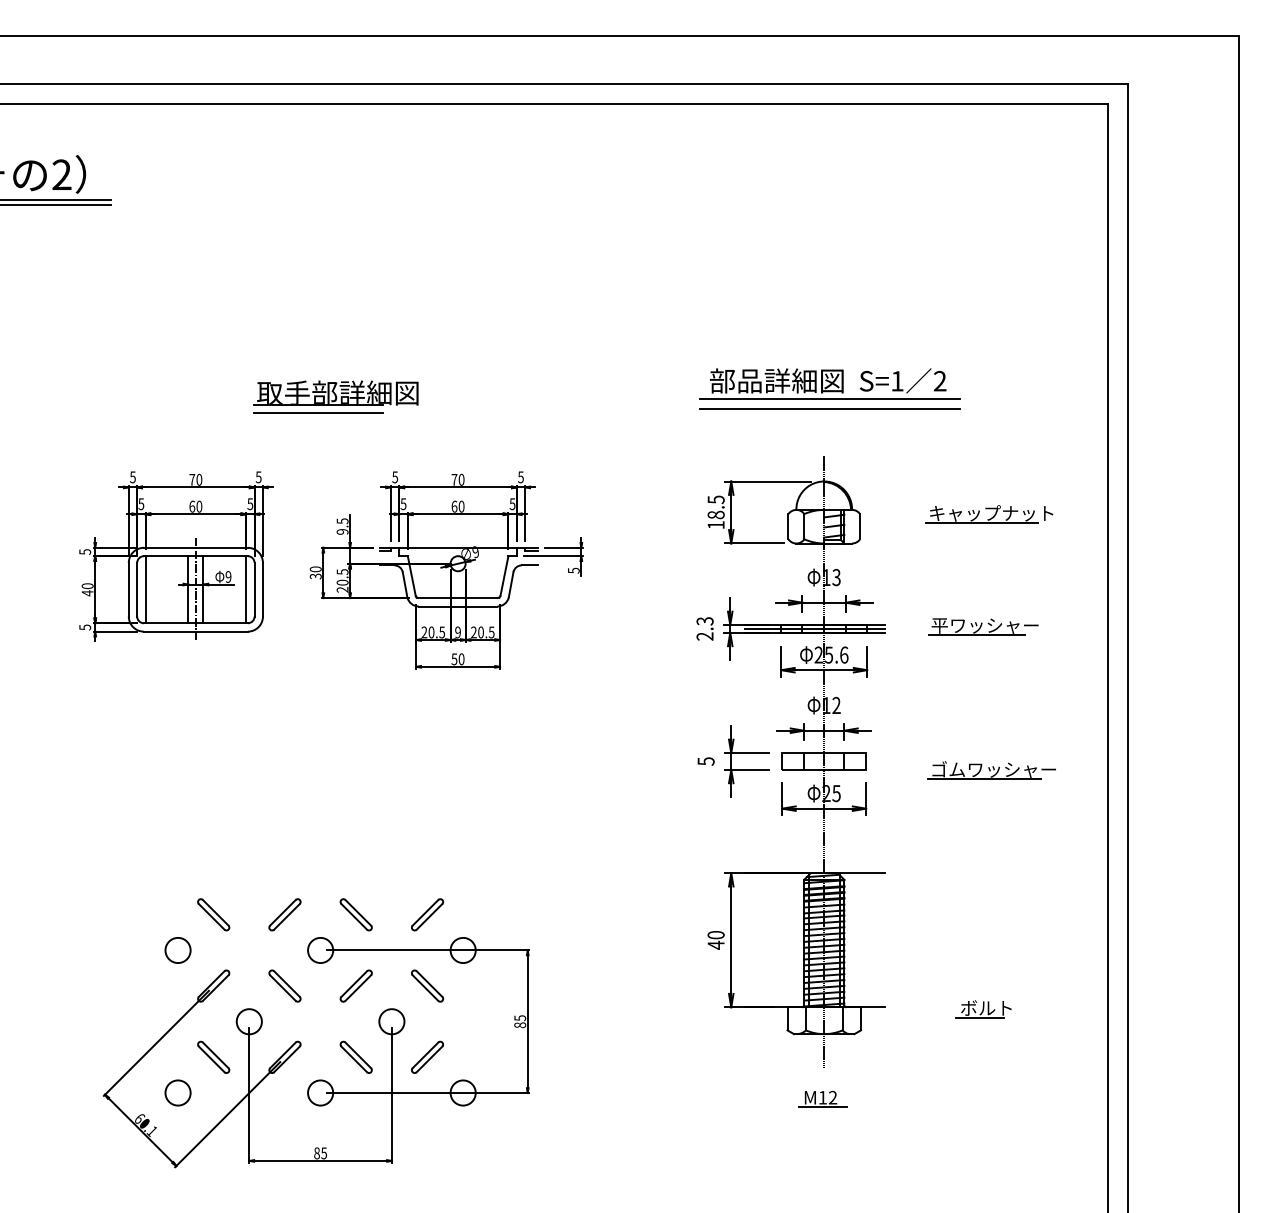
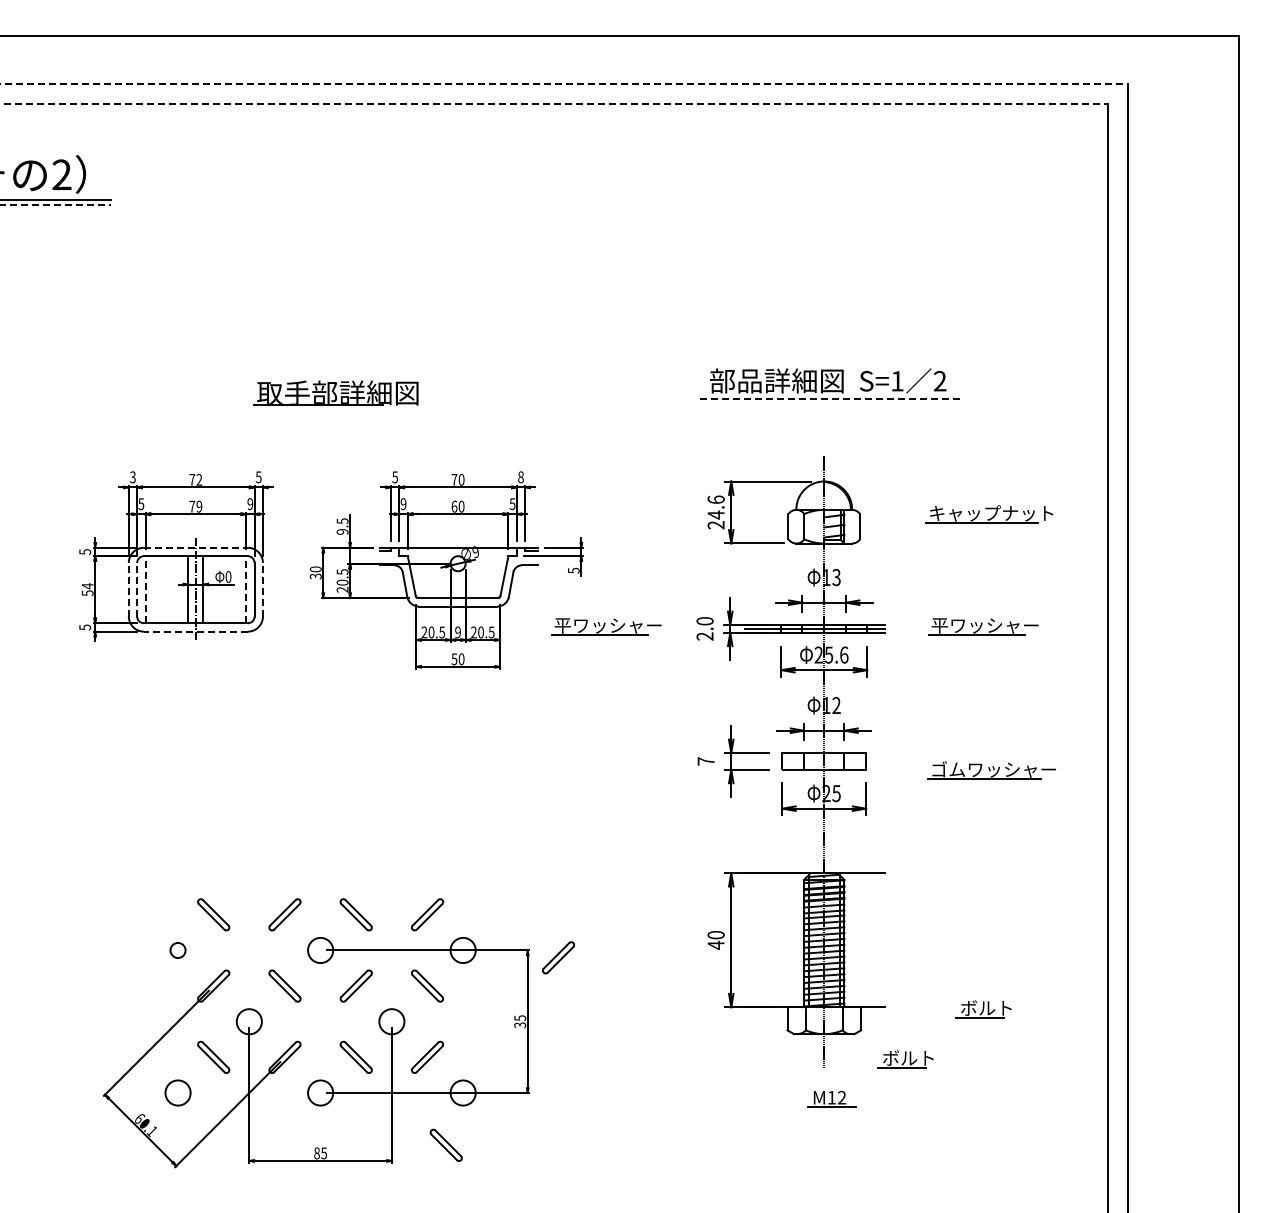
line at (564, 83): solid -> dashed
line at (554, 103): solid -> dashed
line at (56, 205): solid -> dashed
line at (829, 399): solid -> dashed
line at (830, 408): present -> none
line at (318, 413): present -> none
text at (132, 476): 5 -> 3
text at (520, 477): 5 -> 8
text at (199, 479): 70 -> 72
text at (250, 503): 5 -> 9
text at (403, 503): 5 -> 9
text at (195, 506): 60 -> 79
text at (715, 512): 18.5 -> 24.6
line at (196, 547): solid -> dashed
text at (228, 576): 9 -> 0
text at (87, 589): 40 -> 54
line at (128, 589): solid -> dashed
line at (137, 589): solid -> dashed
line at (145, 589): solid -> dashed
line at (246, 589): solid -> dashed
line at (262, 589): solid -> dashed
text at (704, 621): 2.3 -> 2.0
part at (606, 626): none -> present
line at (195, 631): solid -> dashed
text at (705, 761): 5 -> 7
circle at (177, 950) size: 28x27 px -> 18x17 px
part at (558, 957): none -> present
text at (520, 1025): 85 -> 35
part at (905, 1059): none -> present
part at (822, 1098) position: (822, 1098) -> (831, 1098)
part at (445, 1144): none -> present
